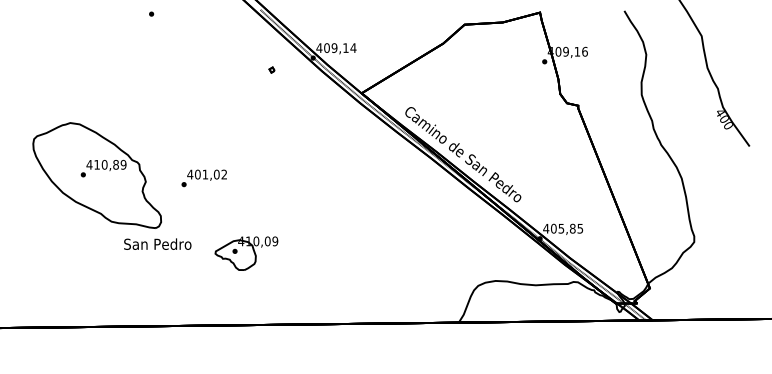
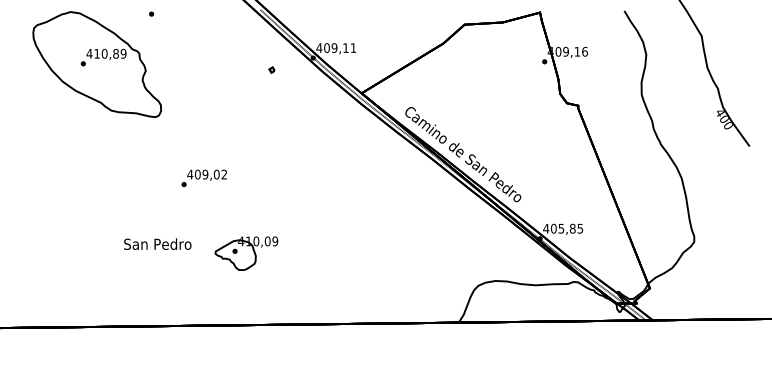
text at (353, 47): 409,14 -> 409,11
text at (205, 174): 401,02 -> 409,02
part at (96, 175) position: (96, 175) -> (96, 64)
